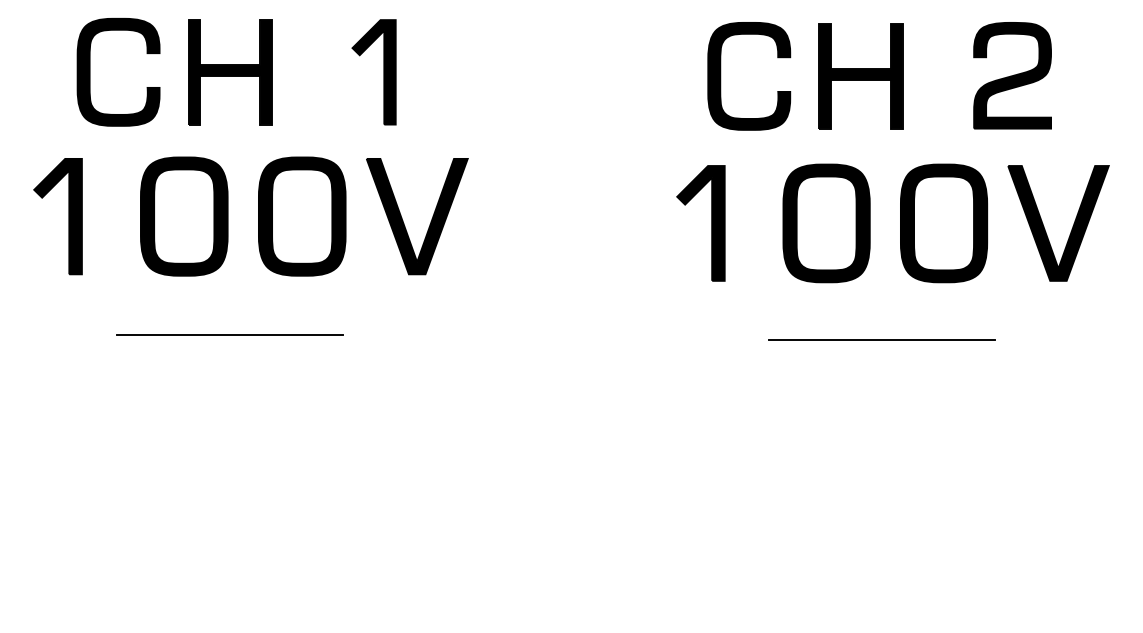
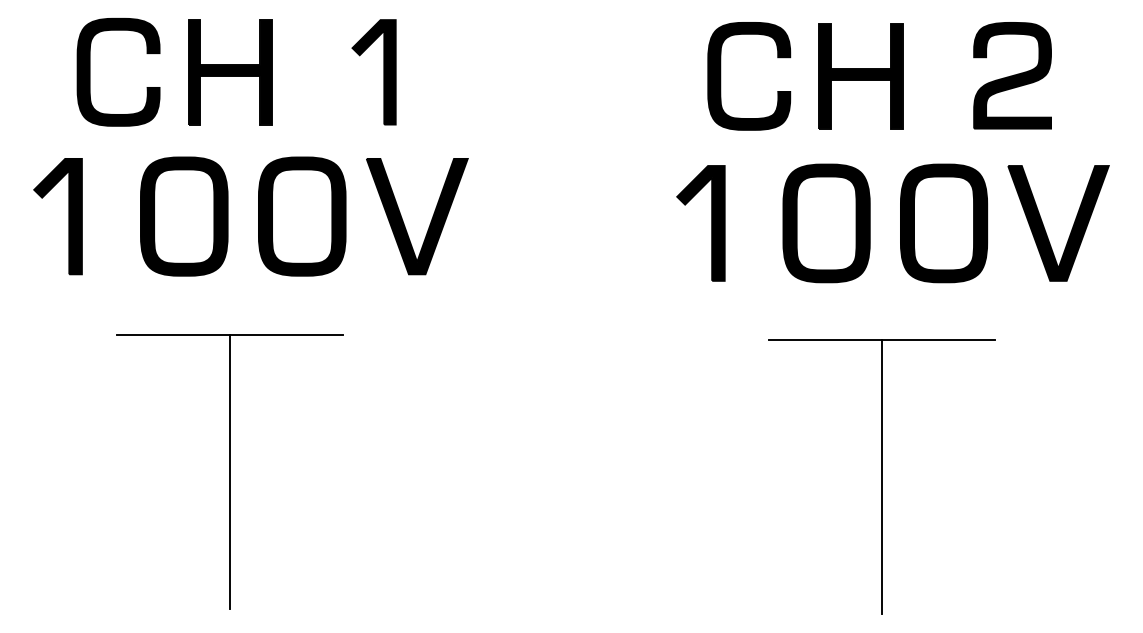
line at (230, 472): none -> present
line at (882, 476): none -> present
